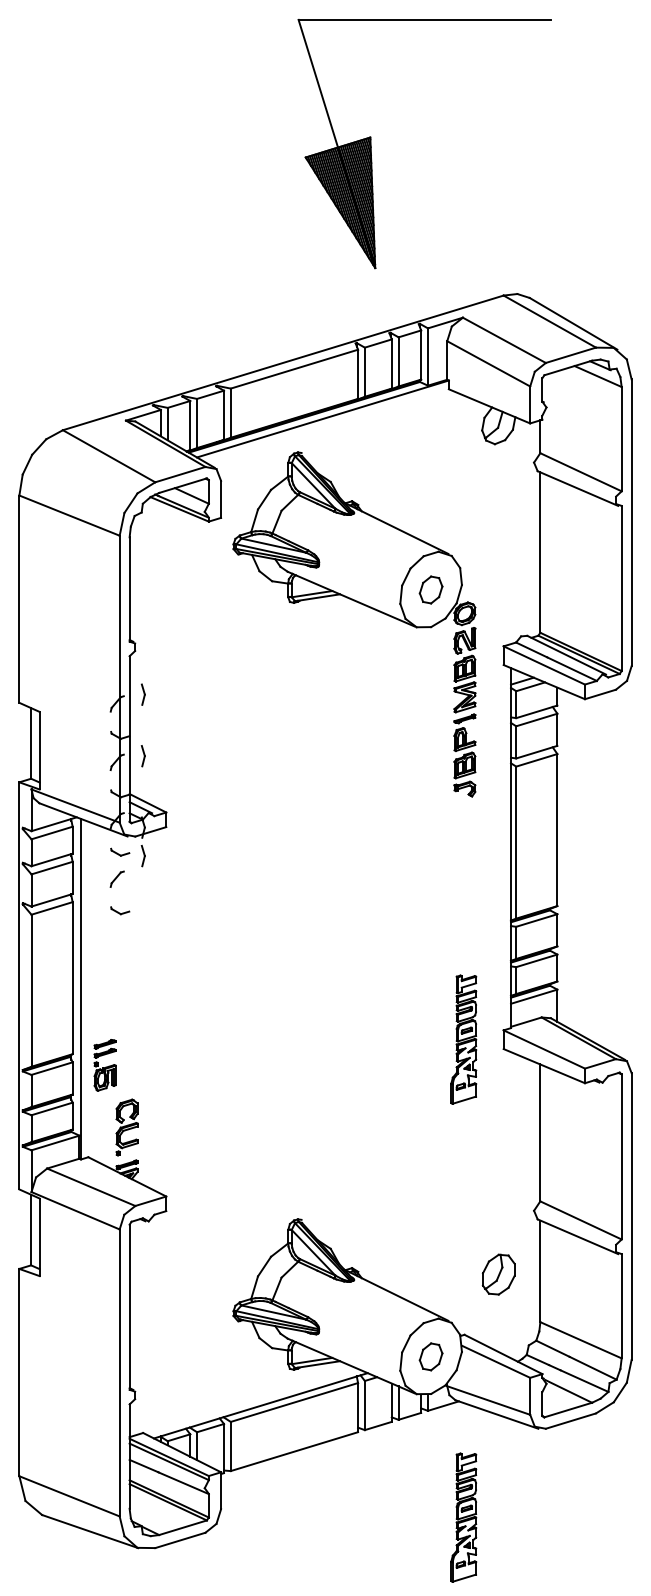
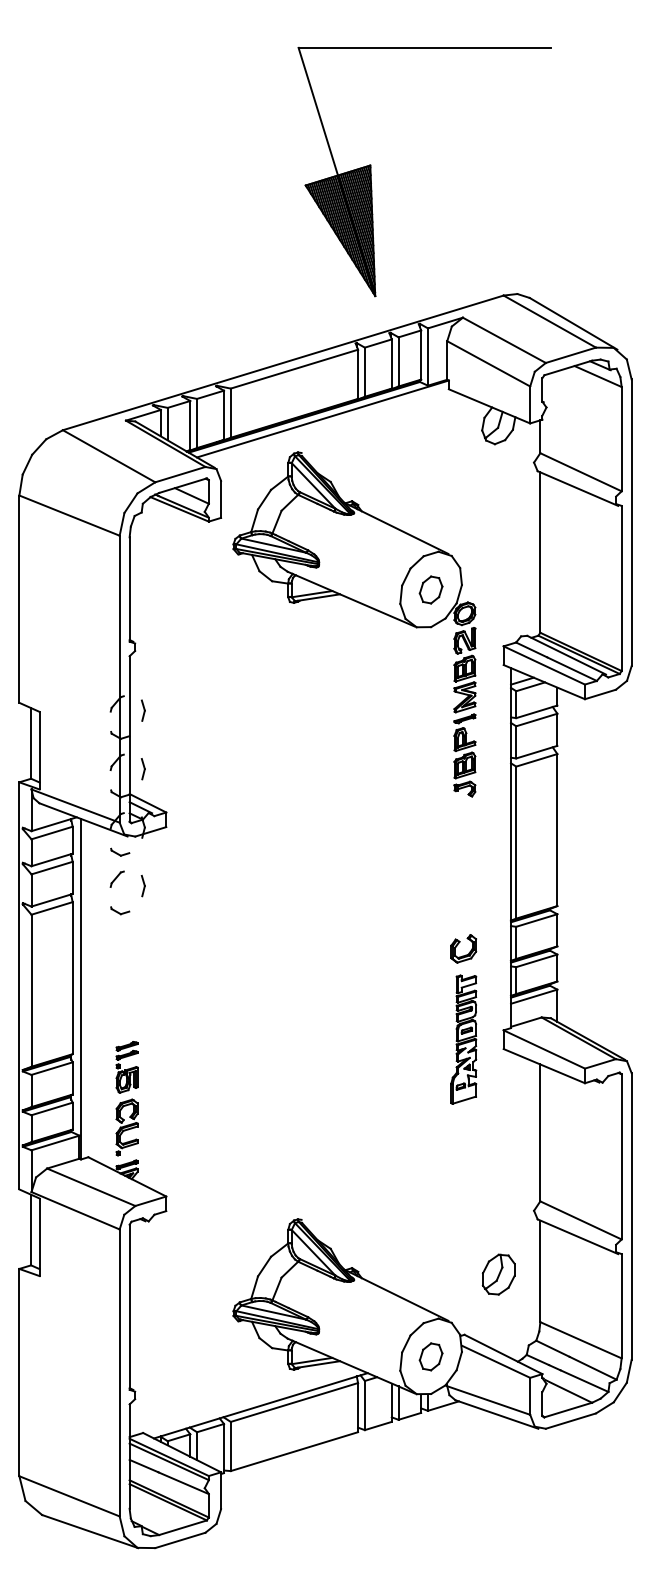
part at (371, 144) position: (371, 144) -> (371, 172)
part at (142, 694) position: (142, 694) -> (142, 710)
part at (142, 756) position: (142, 756) -> (142, 769)
part at (142, 855) position: (142, 855) -> (142, 885)
part at (457, 946): none -> present
part at (104, 1065) position: (104, 1065) -> (126, 1067)
part at (463, 1517): present -> none
